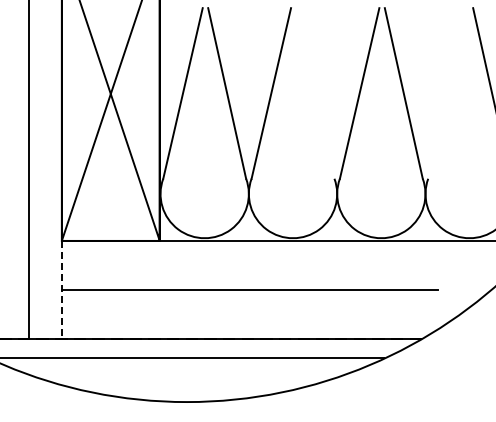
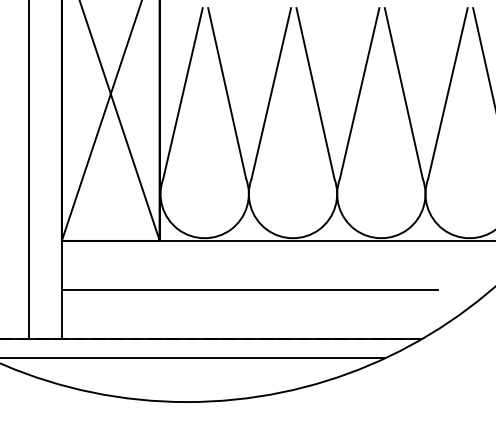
line at (315, 93): none -> present
line at (447, 93): none -> present
line at (61, 289): dashed -> solid
